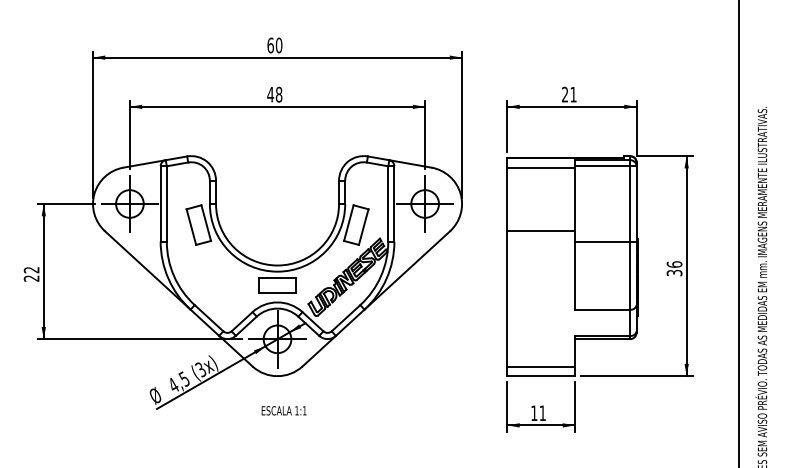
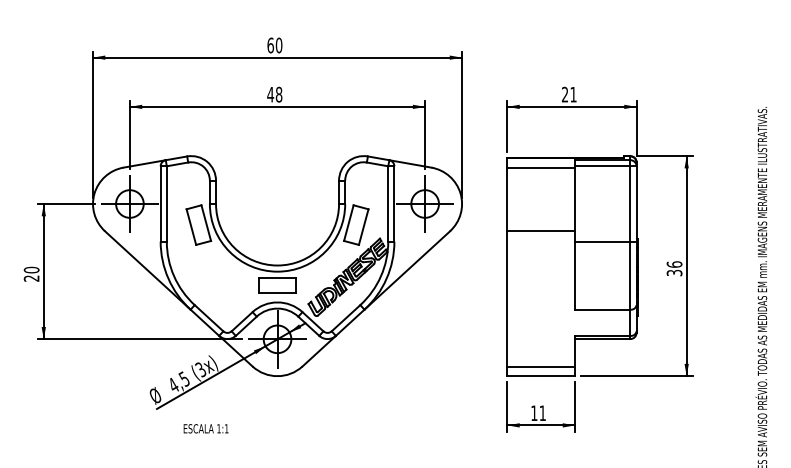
line at (738, 233): present -> none
text at (31, 269): 22 -> 20
text at (283, 410) position: (283, 410) -> (205, 428)
